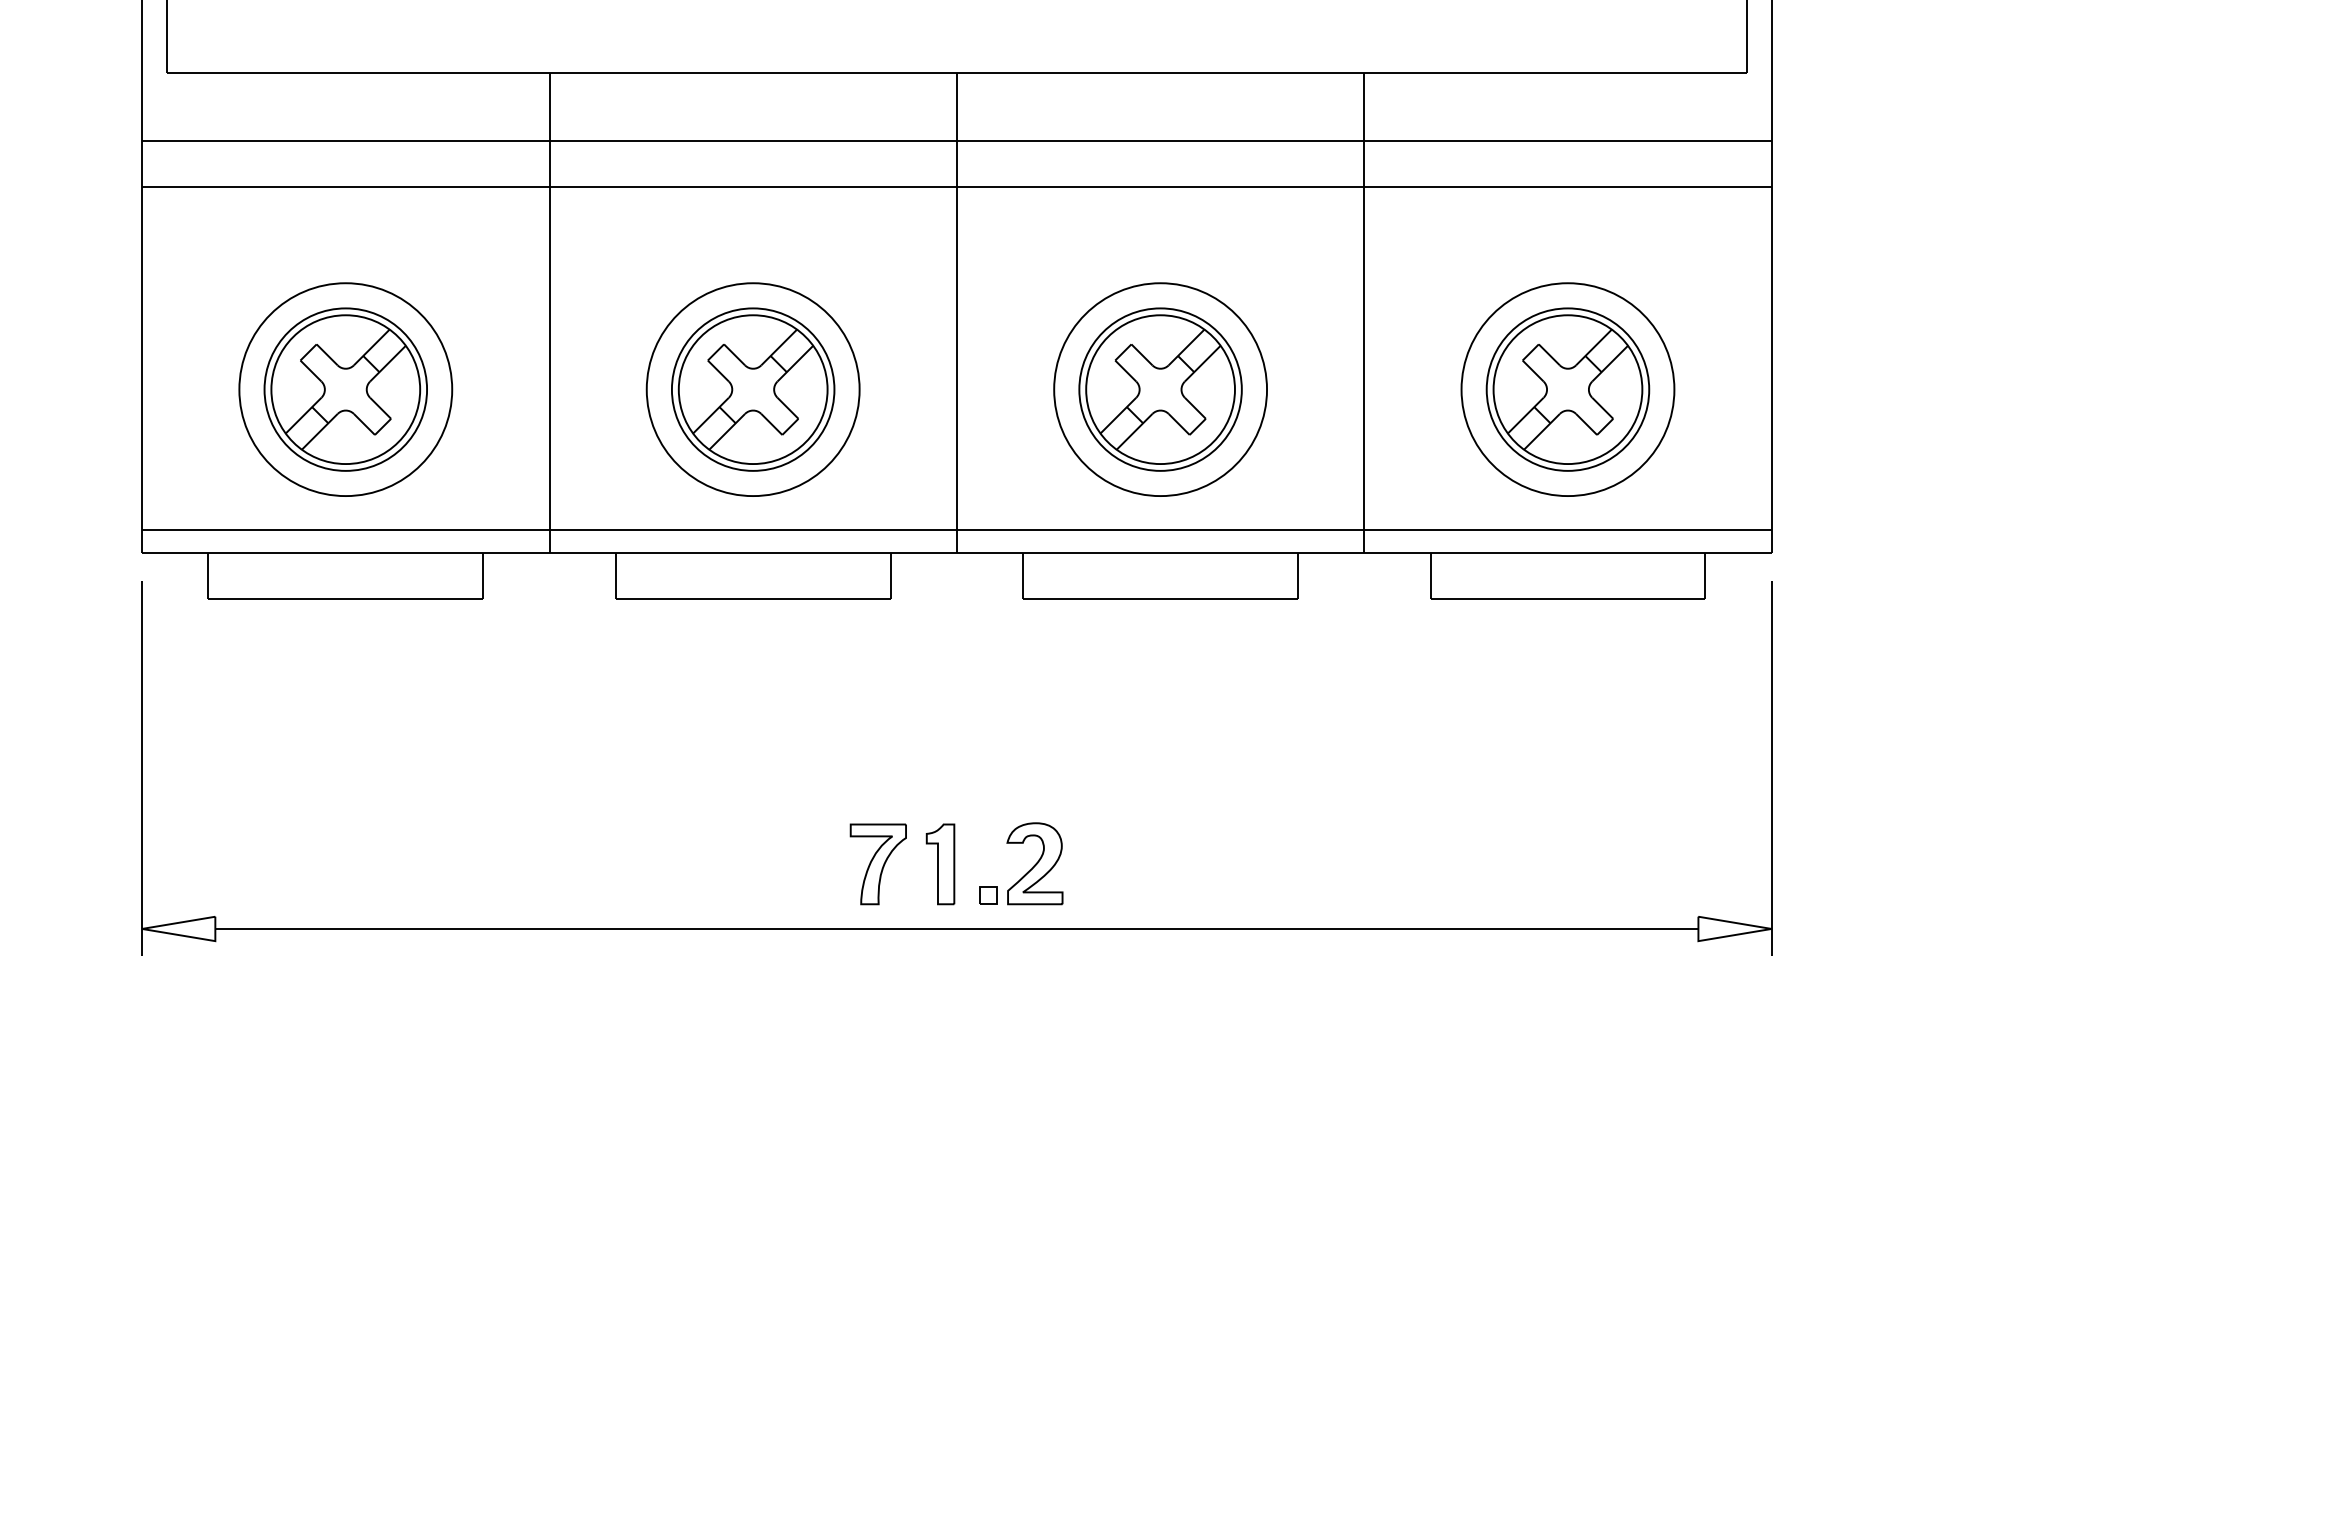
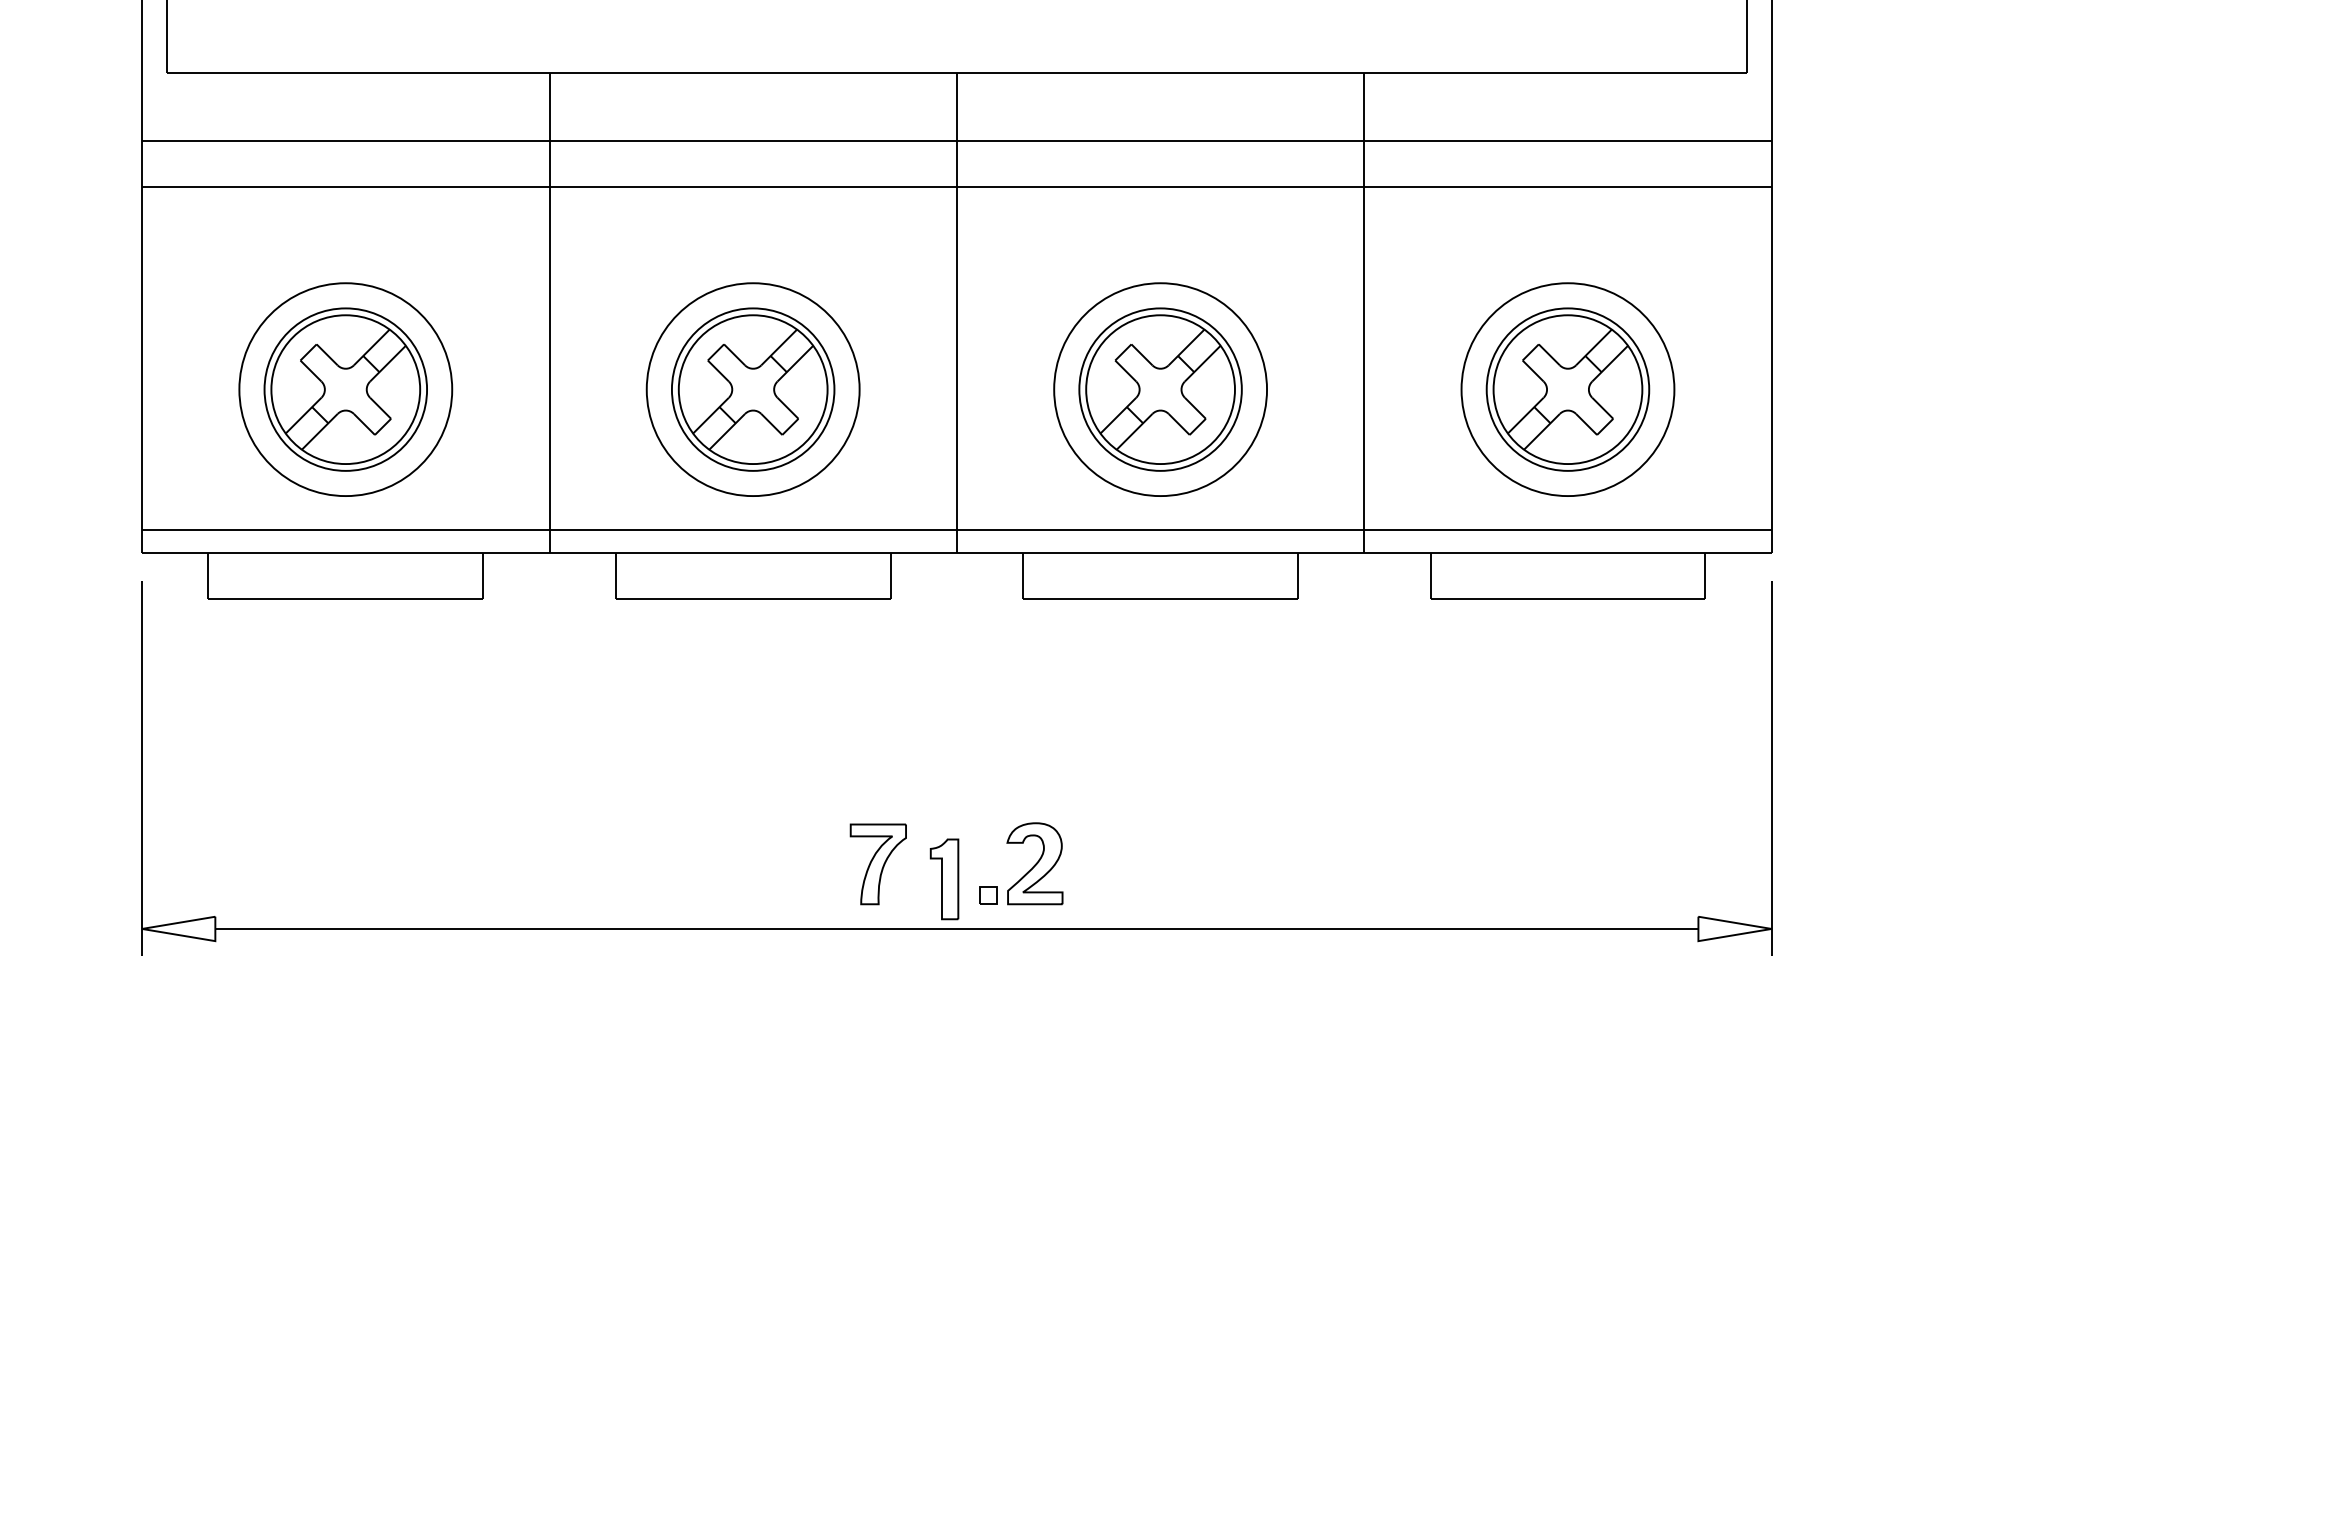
part at (940, 864) position: (940, 864) -> (944, 879)
